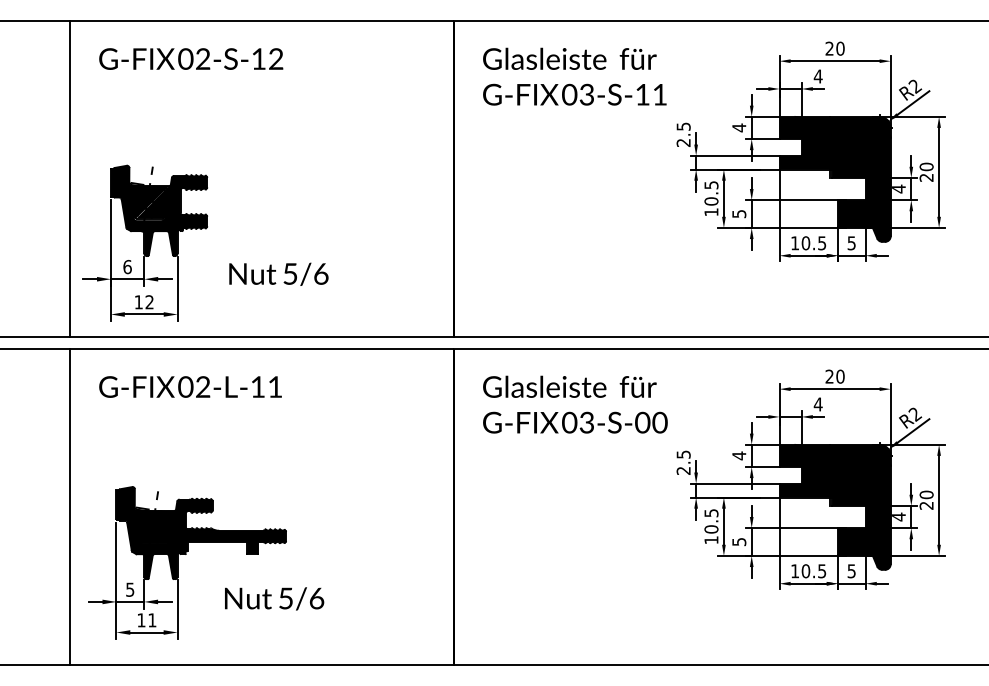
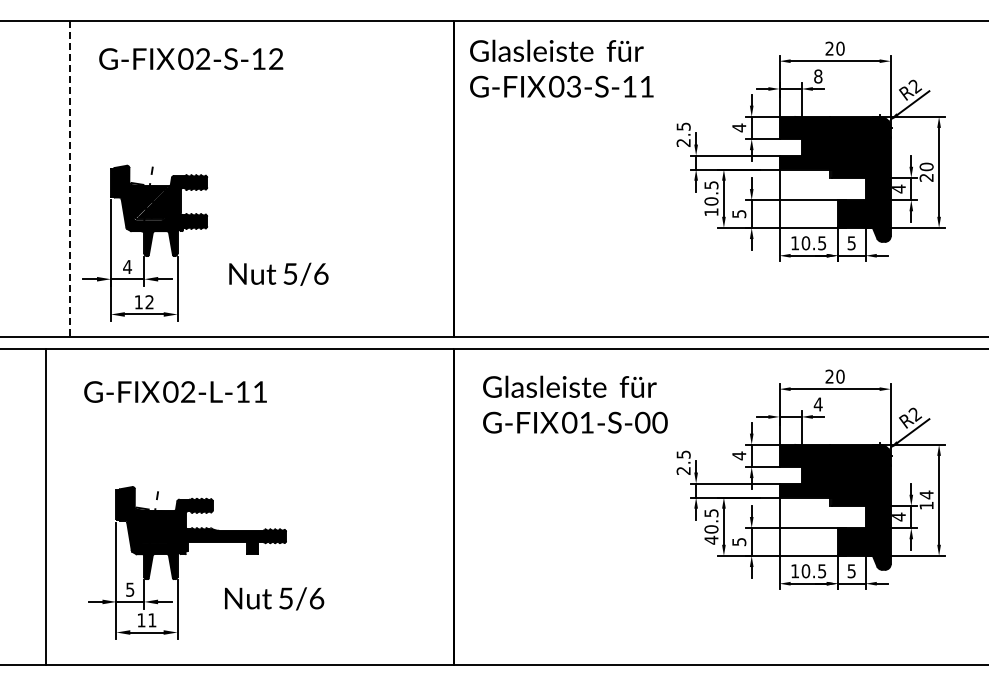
text at (574, 76) position: (574, 76) -> (561, 68)
text at (817, 76): 4 -> 8
line at (69, 179): solid -> dashed
text at (127, 266): 6 -> 4
text at (190, 386) position: (190, 386) -> (175, 391)
text at (586, 422): 03-S-00 -> 01-S-00
text at (926, 499): 20 -> 14
line at (69, 506) position: (69, 506) -> (45, 506)
text at (711, 539): 10.5 -> 40.5
